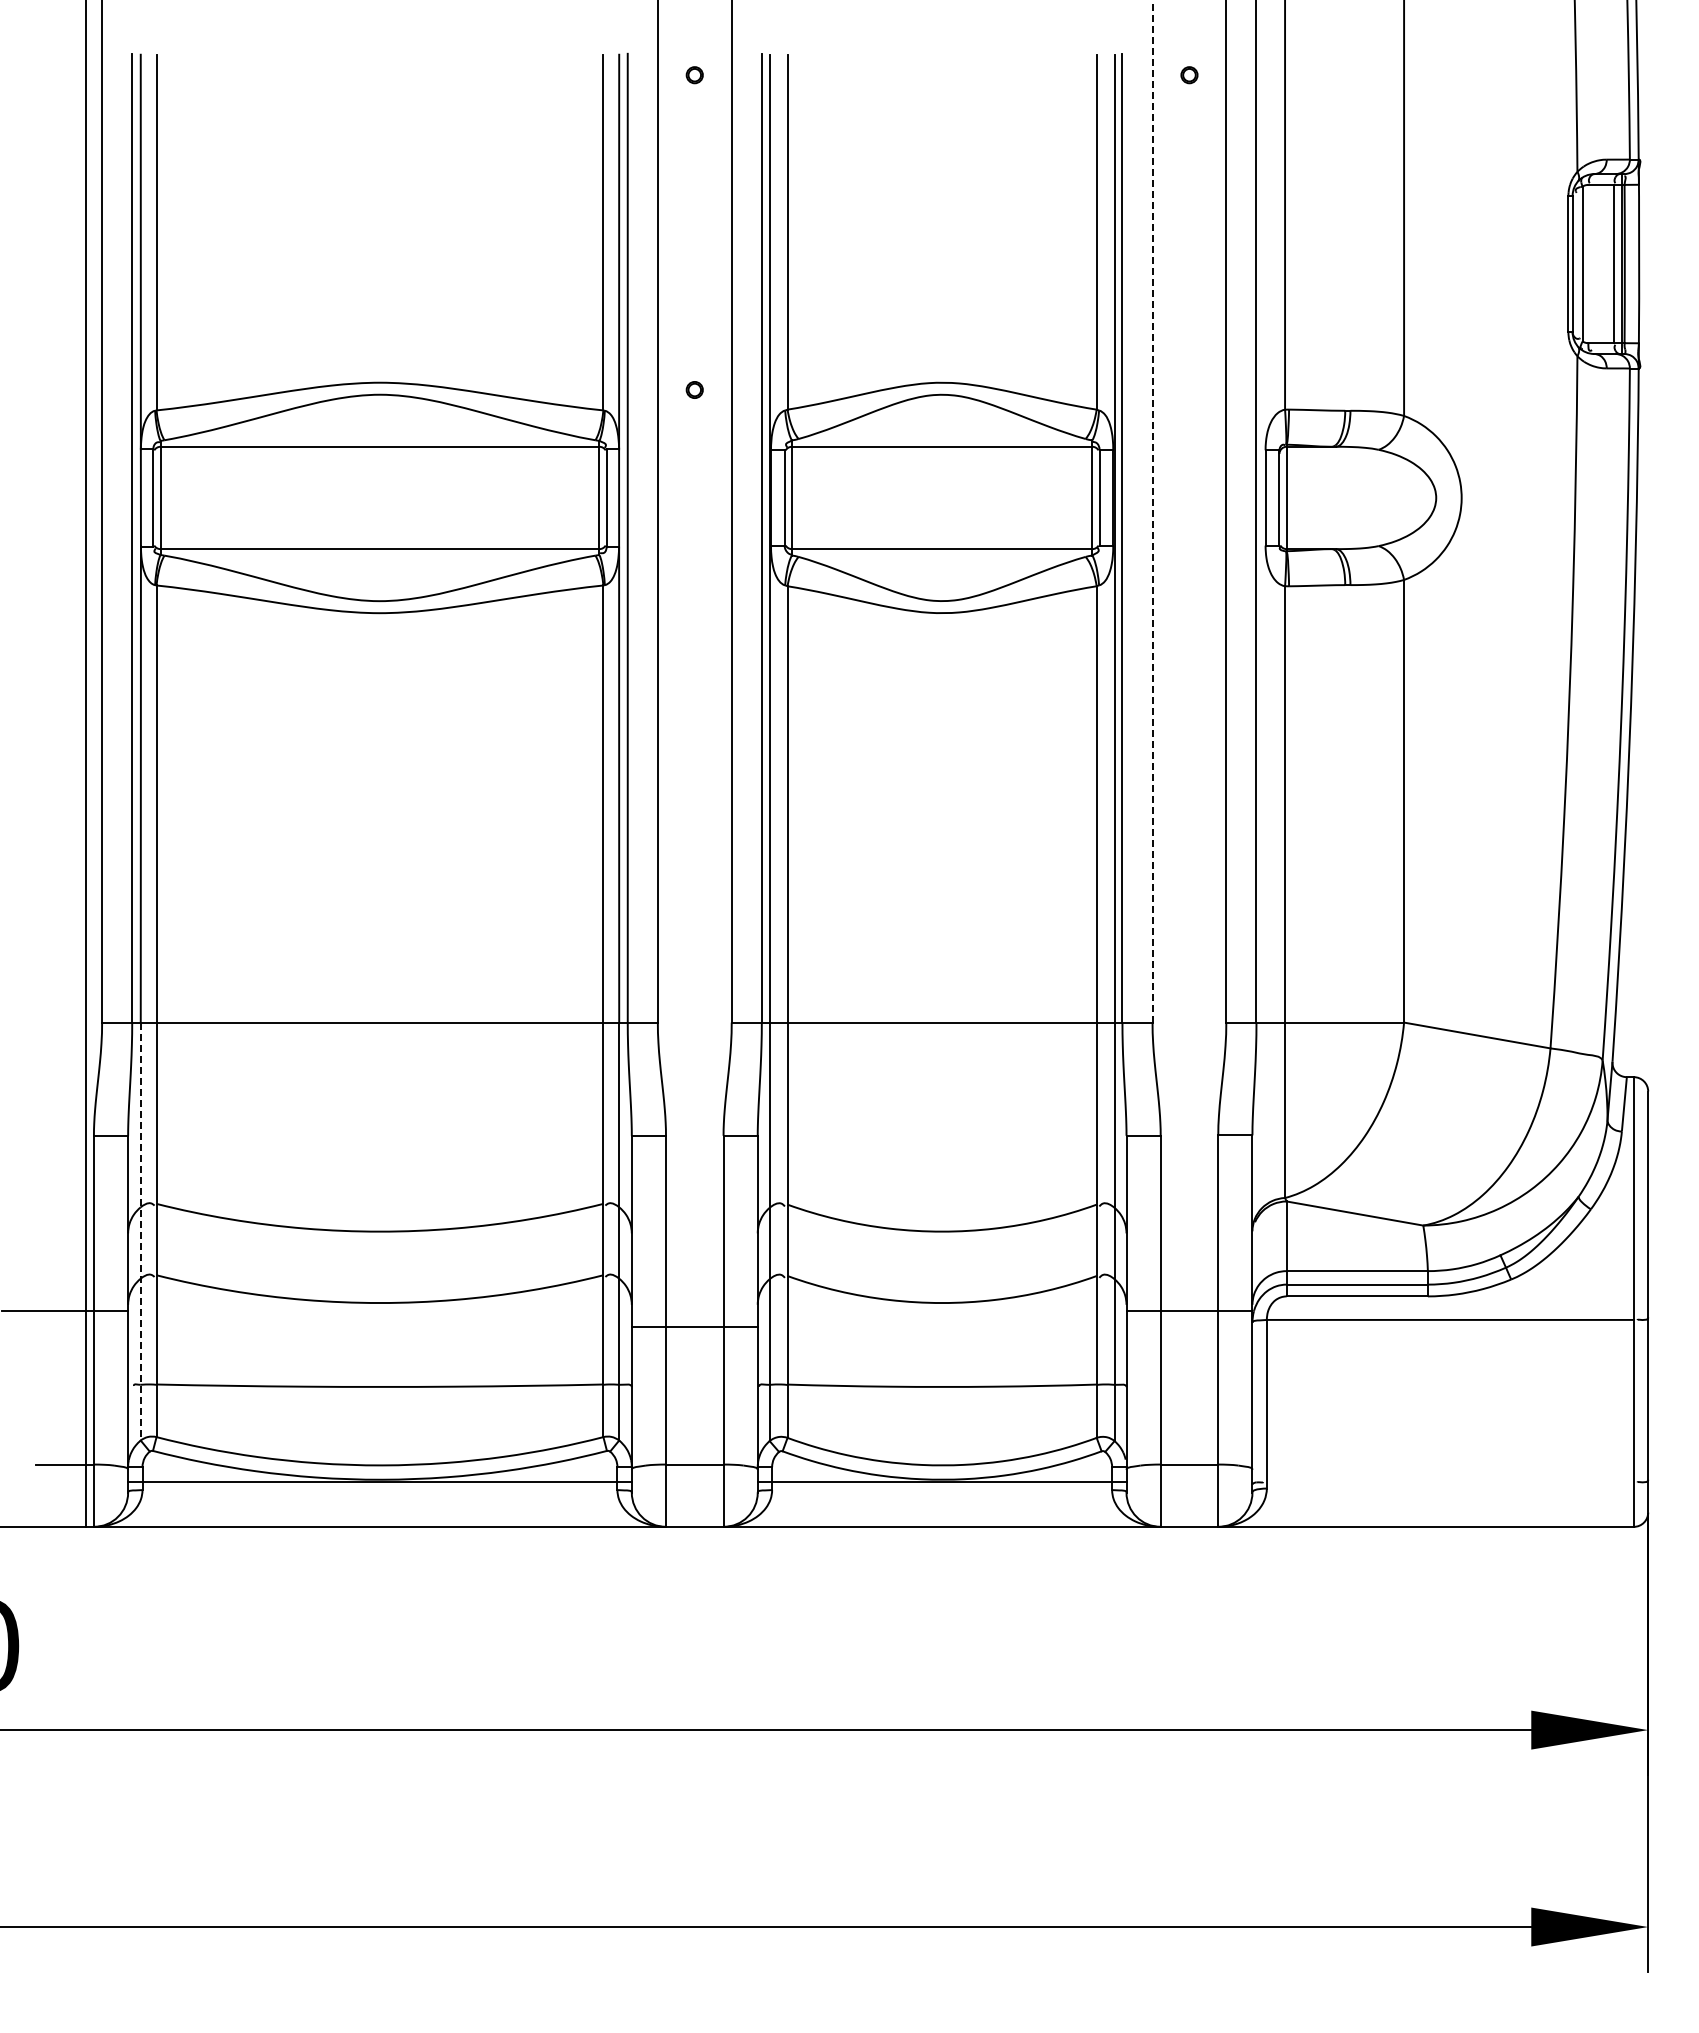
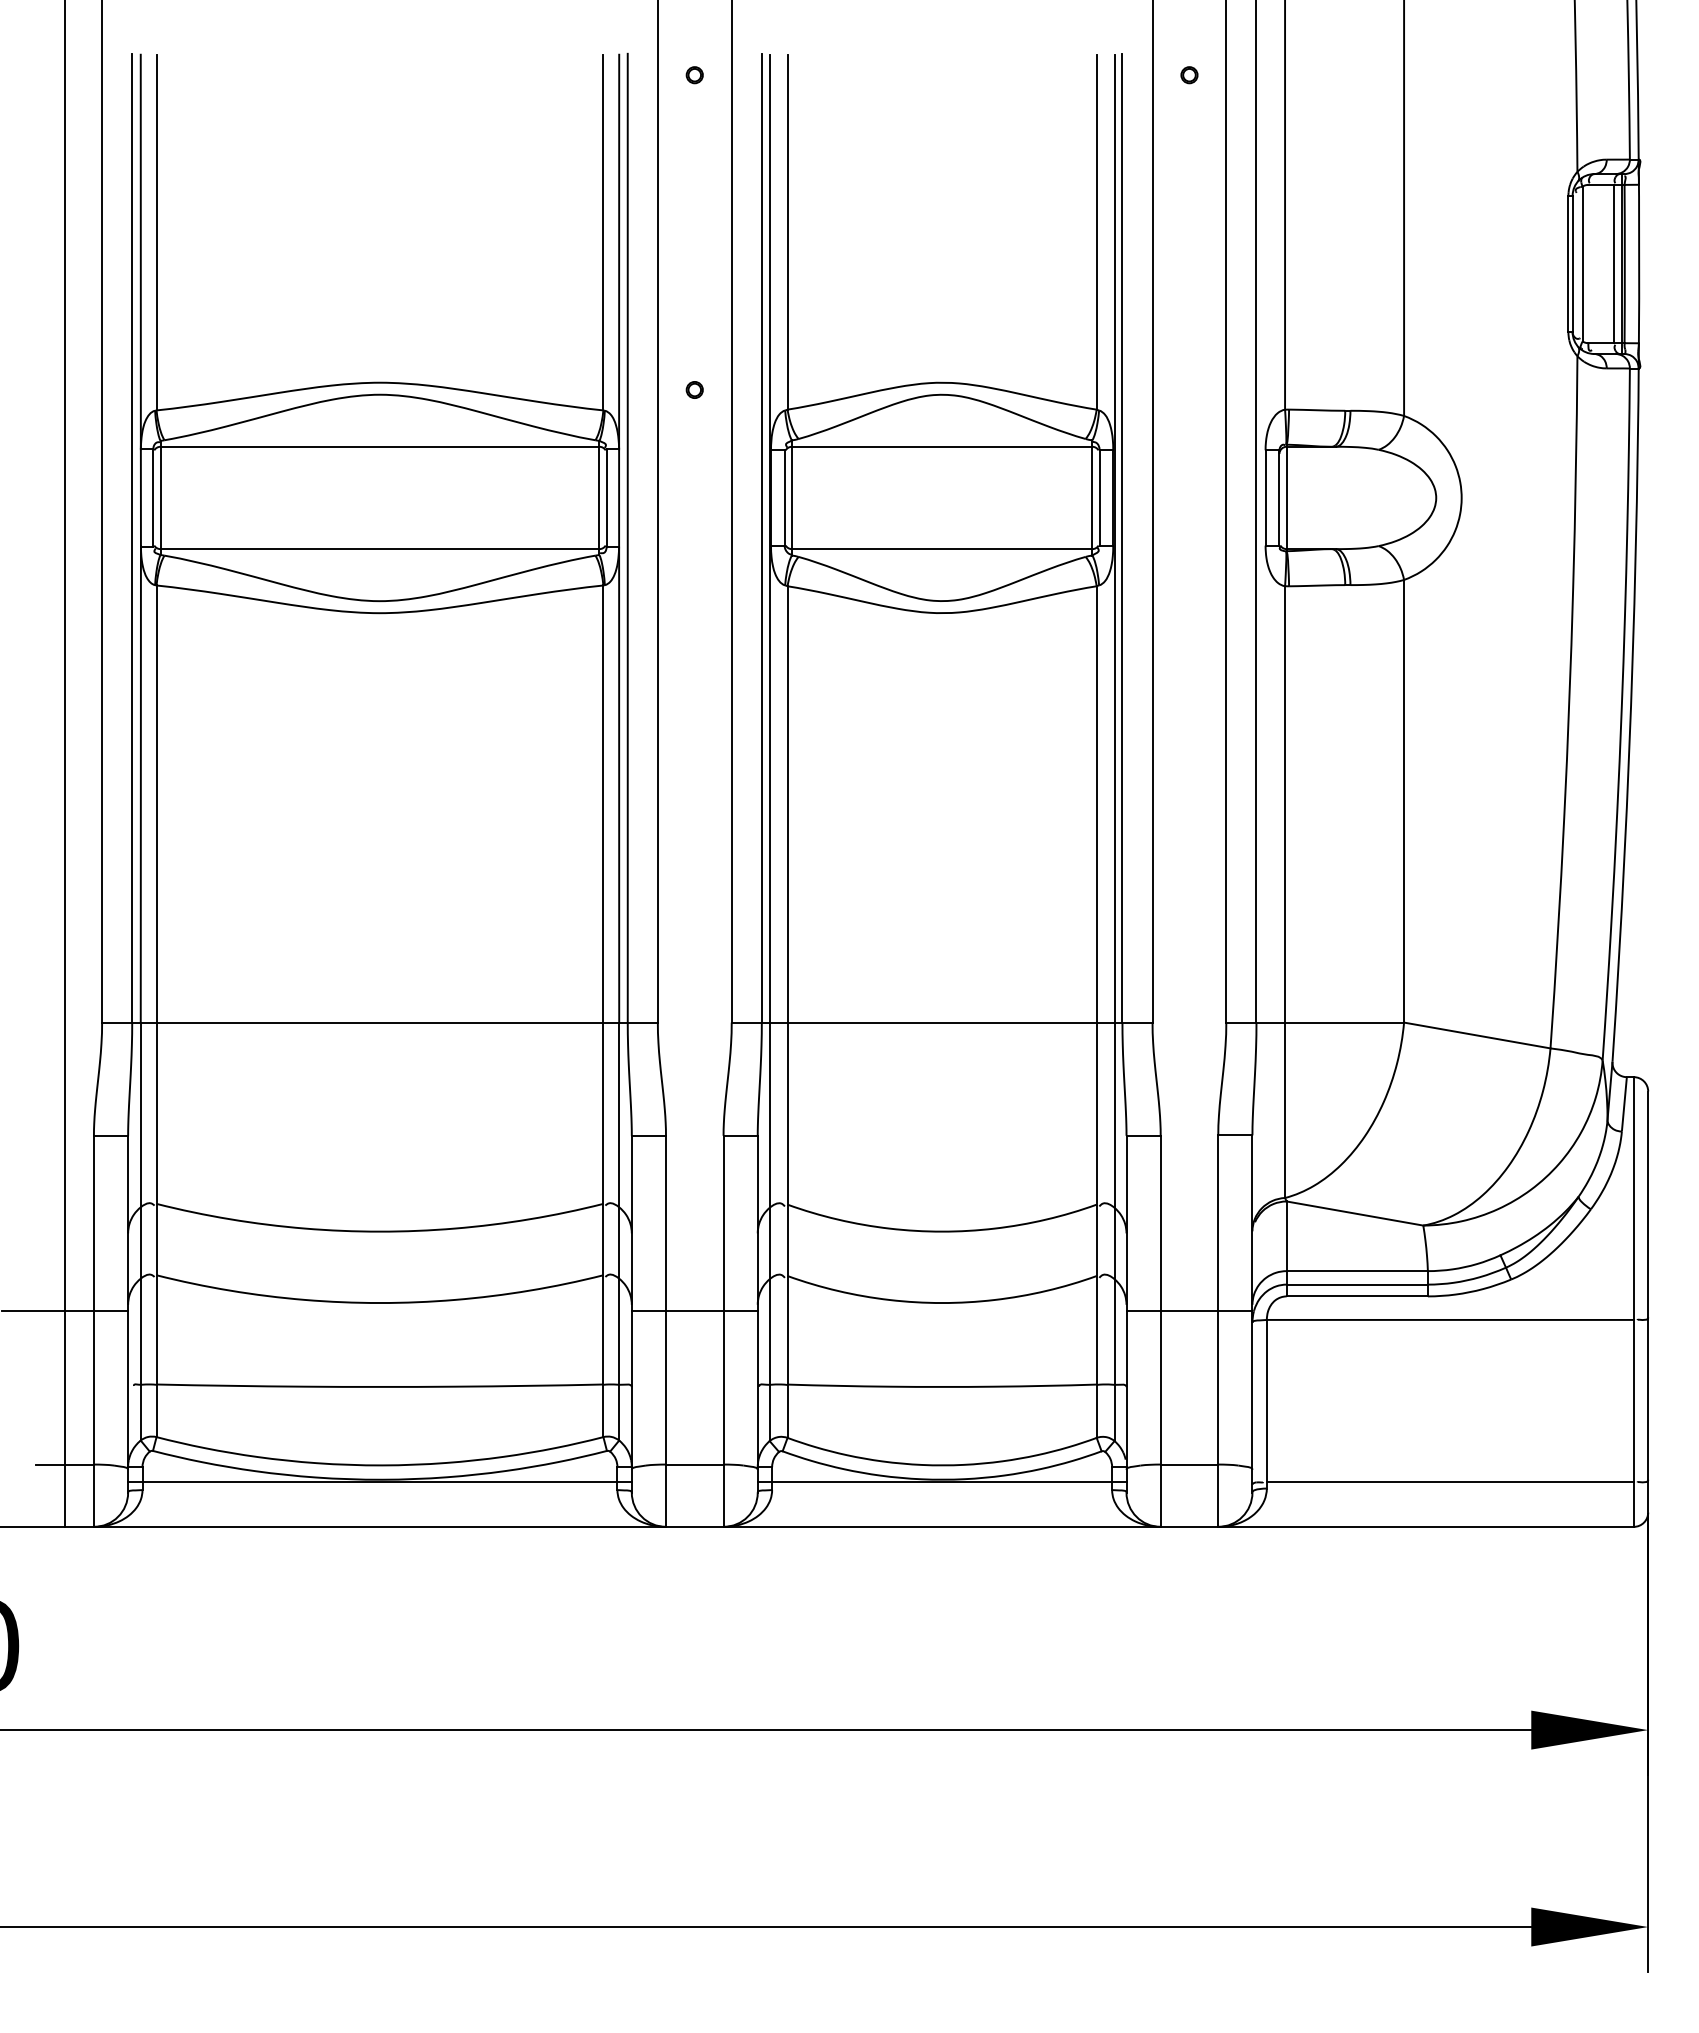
line at (1152, 510): dashed -> solid
line at (86, 764) position: (86, 764) -> (65, 764)
line at (140, 1231): dashed -> solid
line at (694, 1327) position: (694, 1327) -> (694, 1311)
line at (1449, 1482): none -> present
